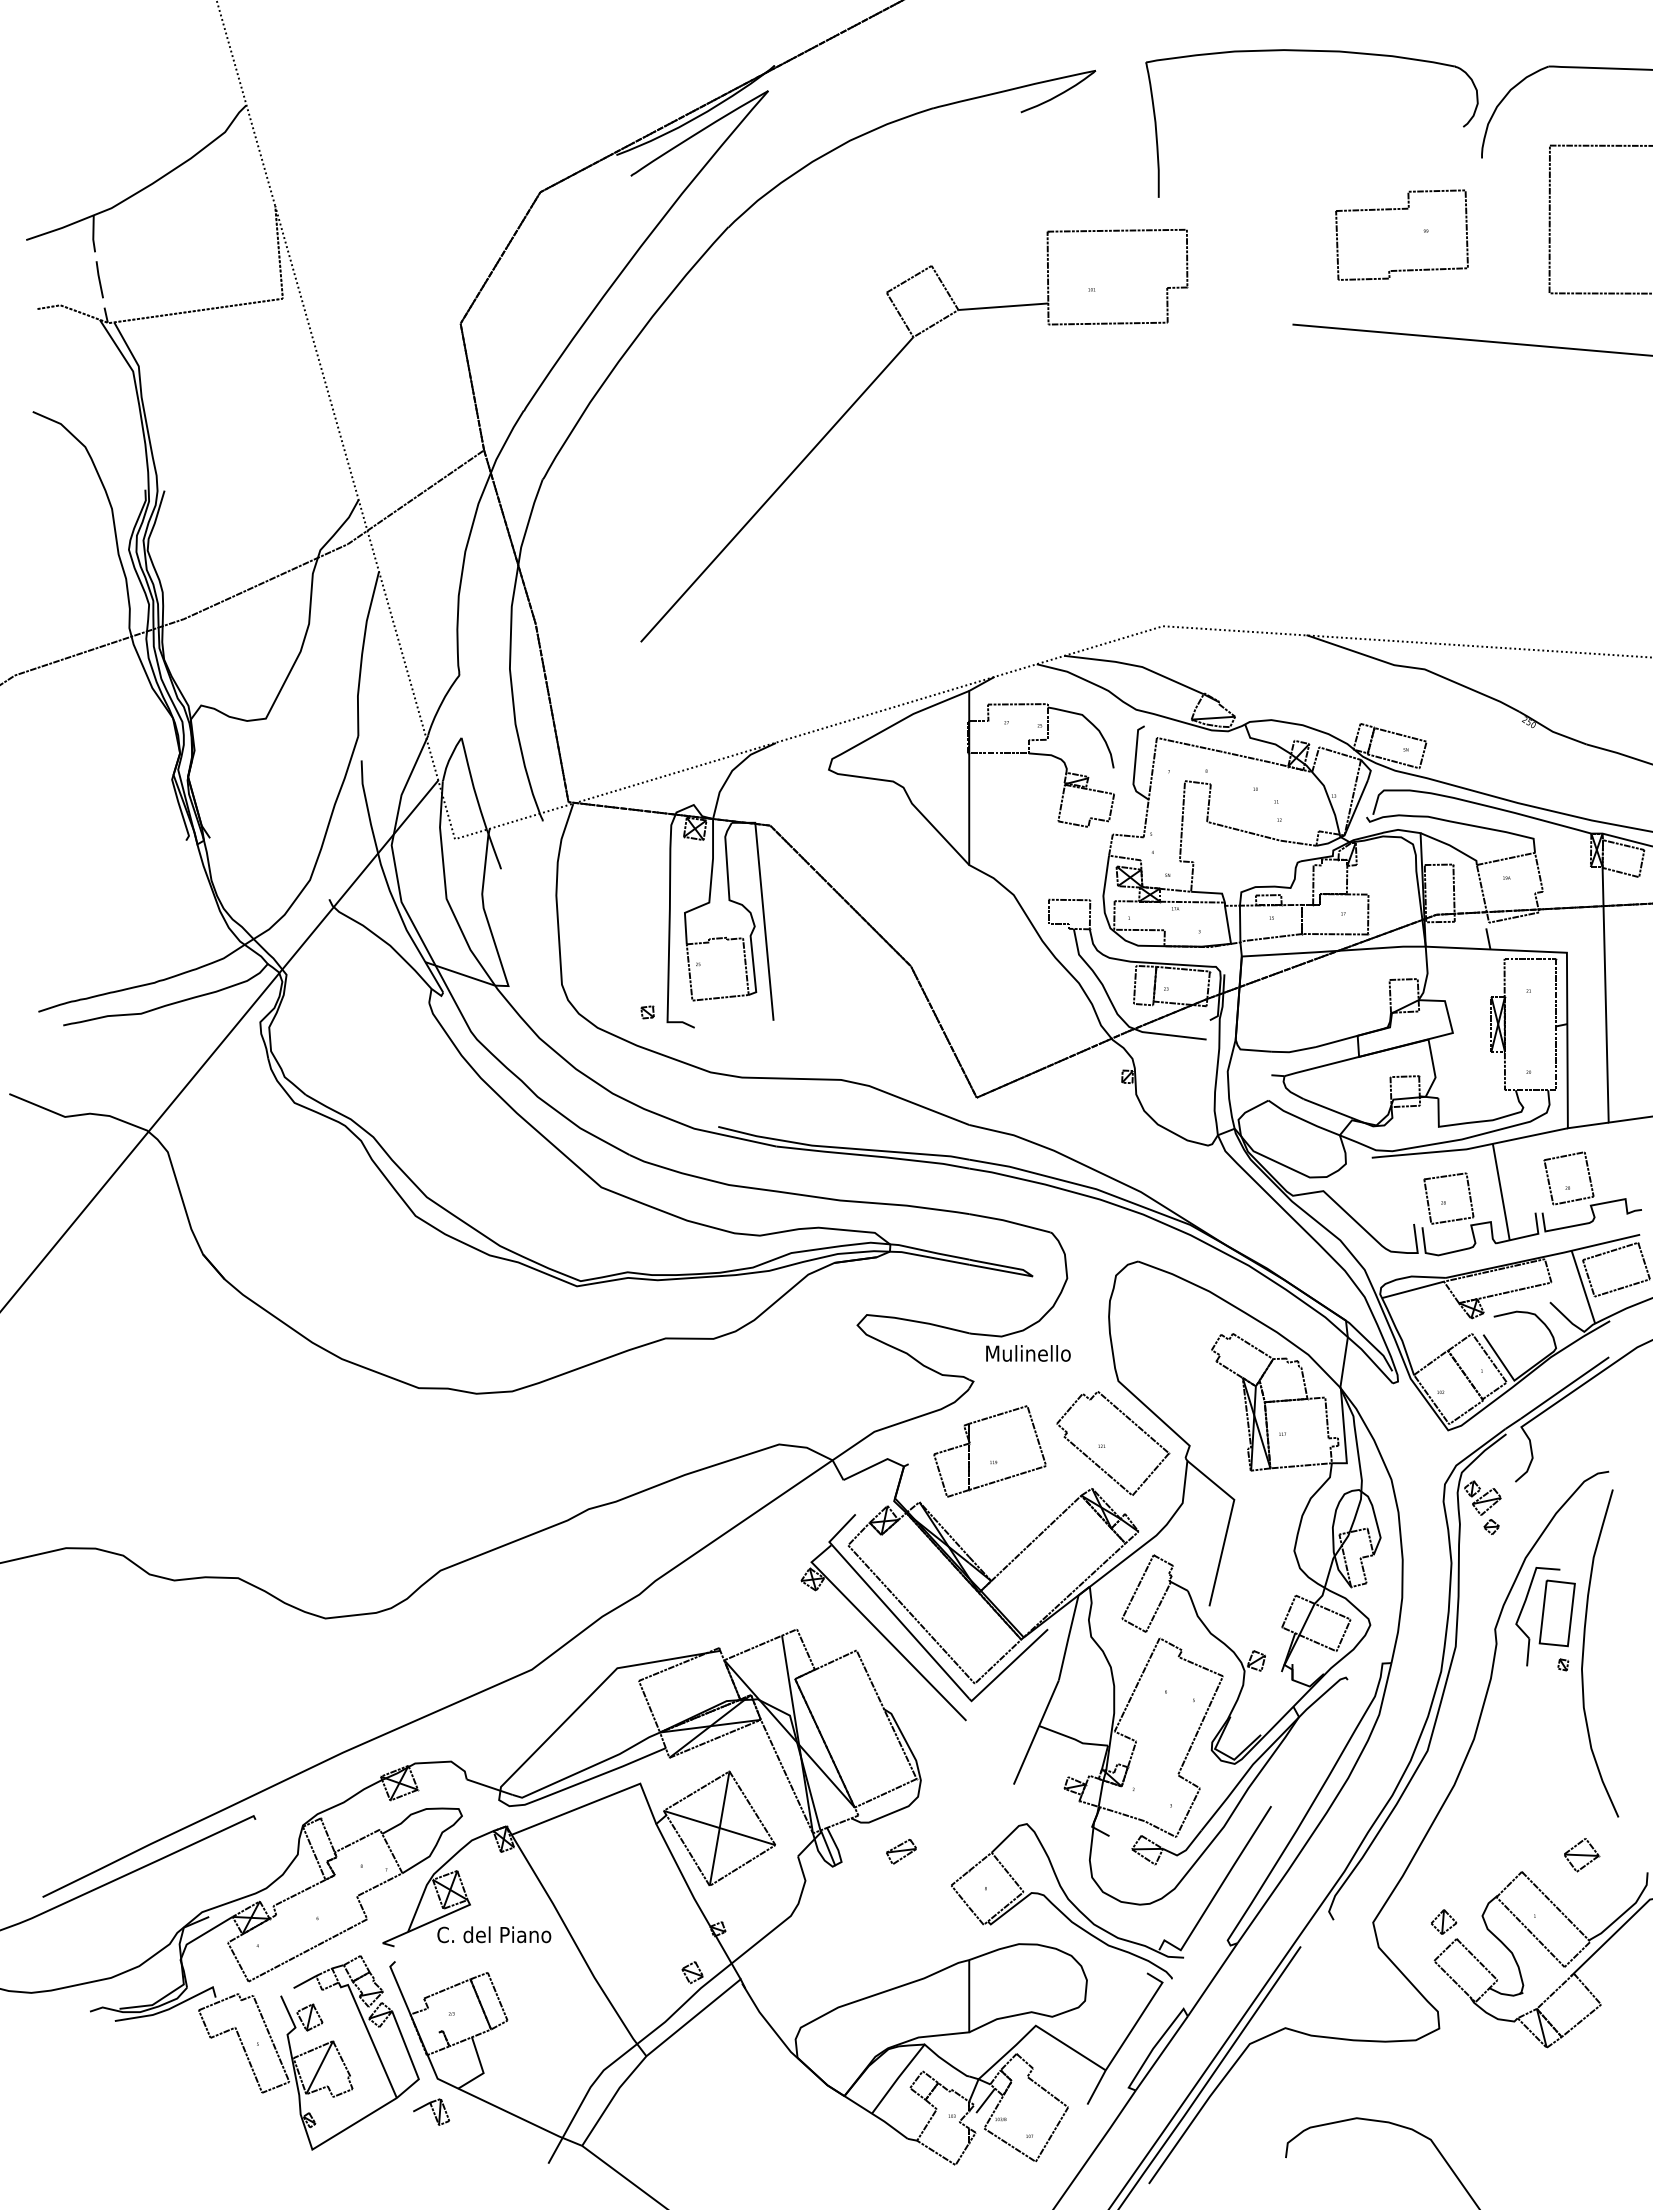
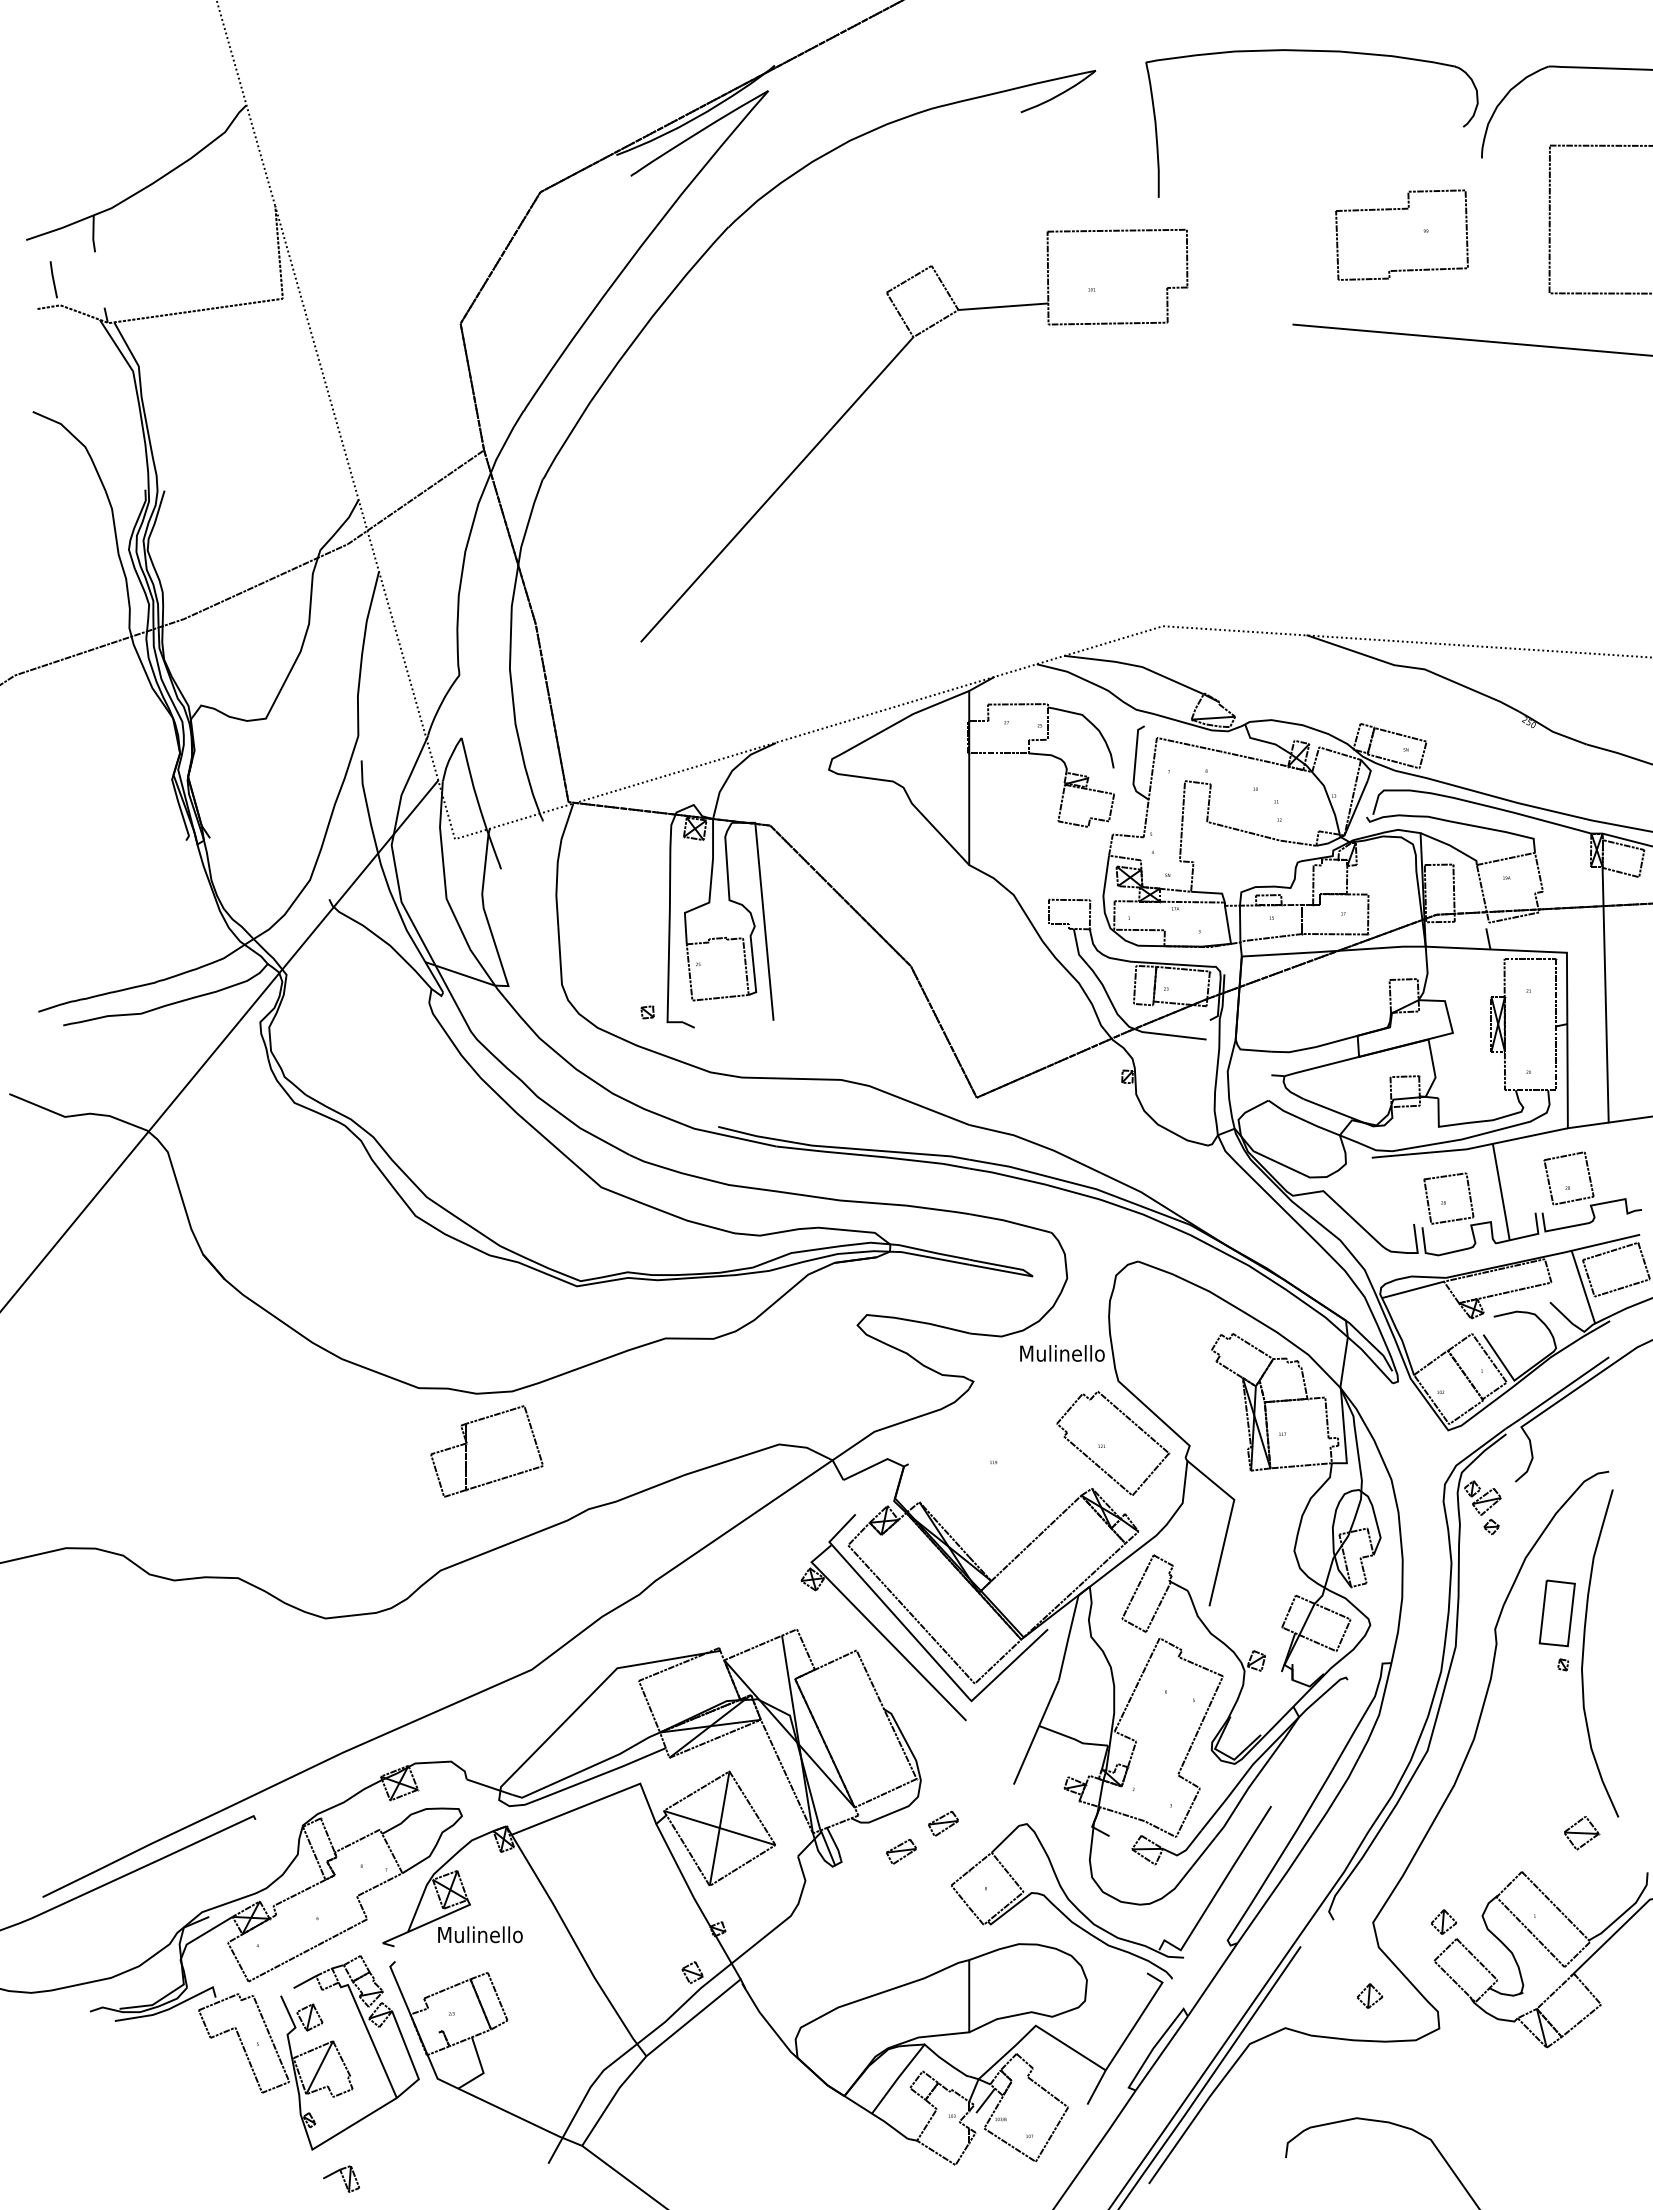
line at (99, 279) position: (99, 279) -> (53, 279)
text at (1028, 1353) position: (1028, 1353) -> (1062, 1353)
part at (969, 1451) position: (969, 1451) -> (466, 1451)
part at (1522, 1611): present -> none
part at (943, 1823): none -> present
part at (1582, 1855) position: (1582, 1855) -> (1582, 1833)
text at (494, 1934): C. del Piano -> Mulinello
part at (1370, 1995): none -> present
part at (431, 2111) position: (431, 2111) -> (341, 2178)
